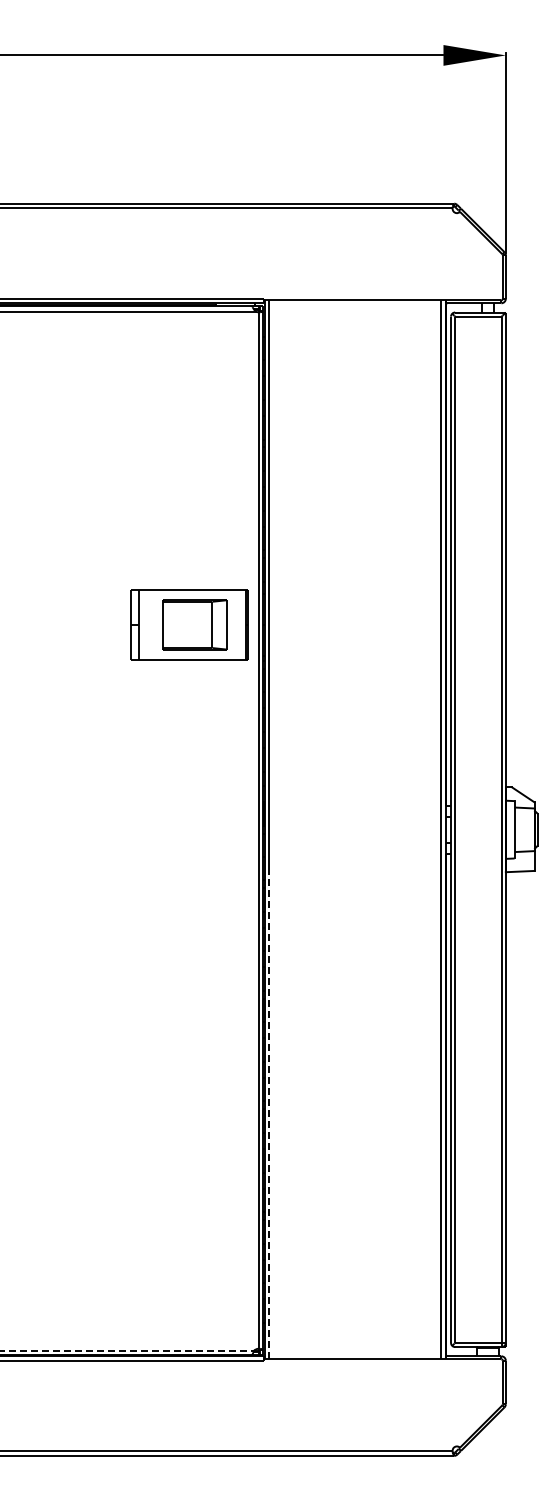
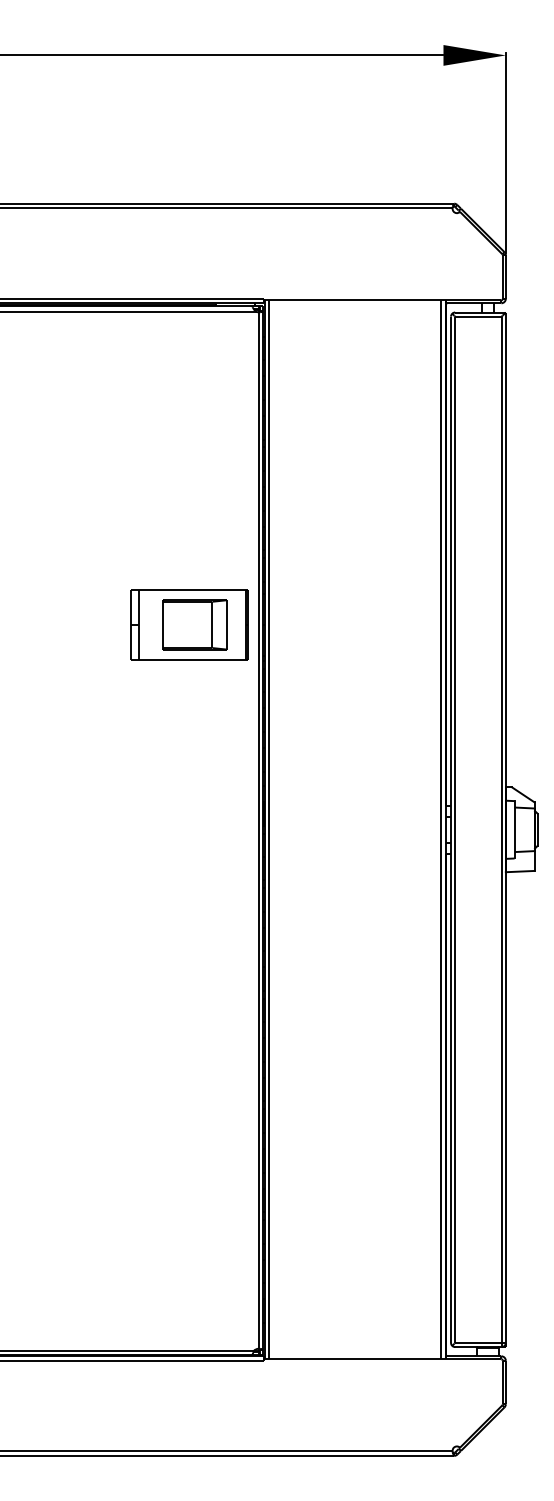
line at (269, 1114): dashed -> solid
line at (127, 1350): dashed -> solid
